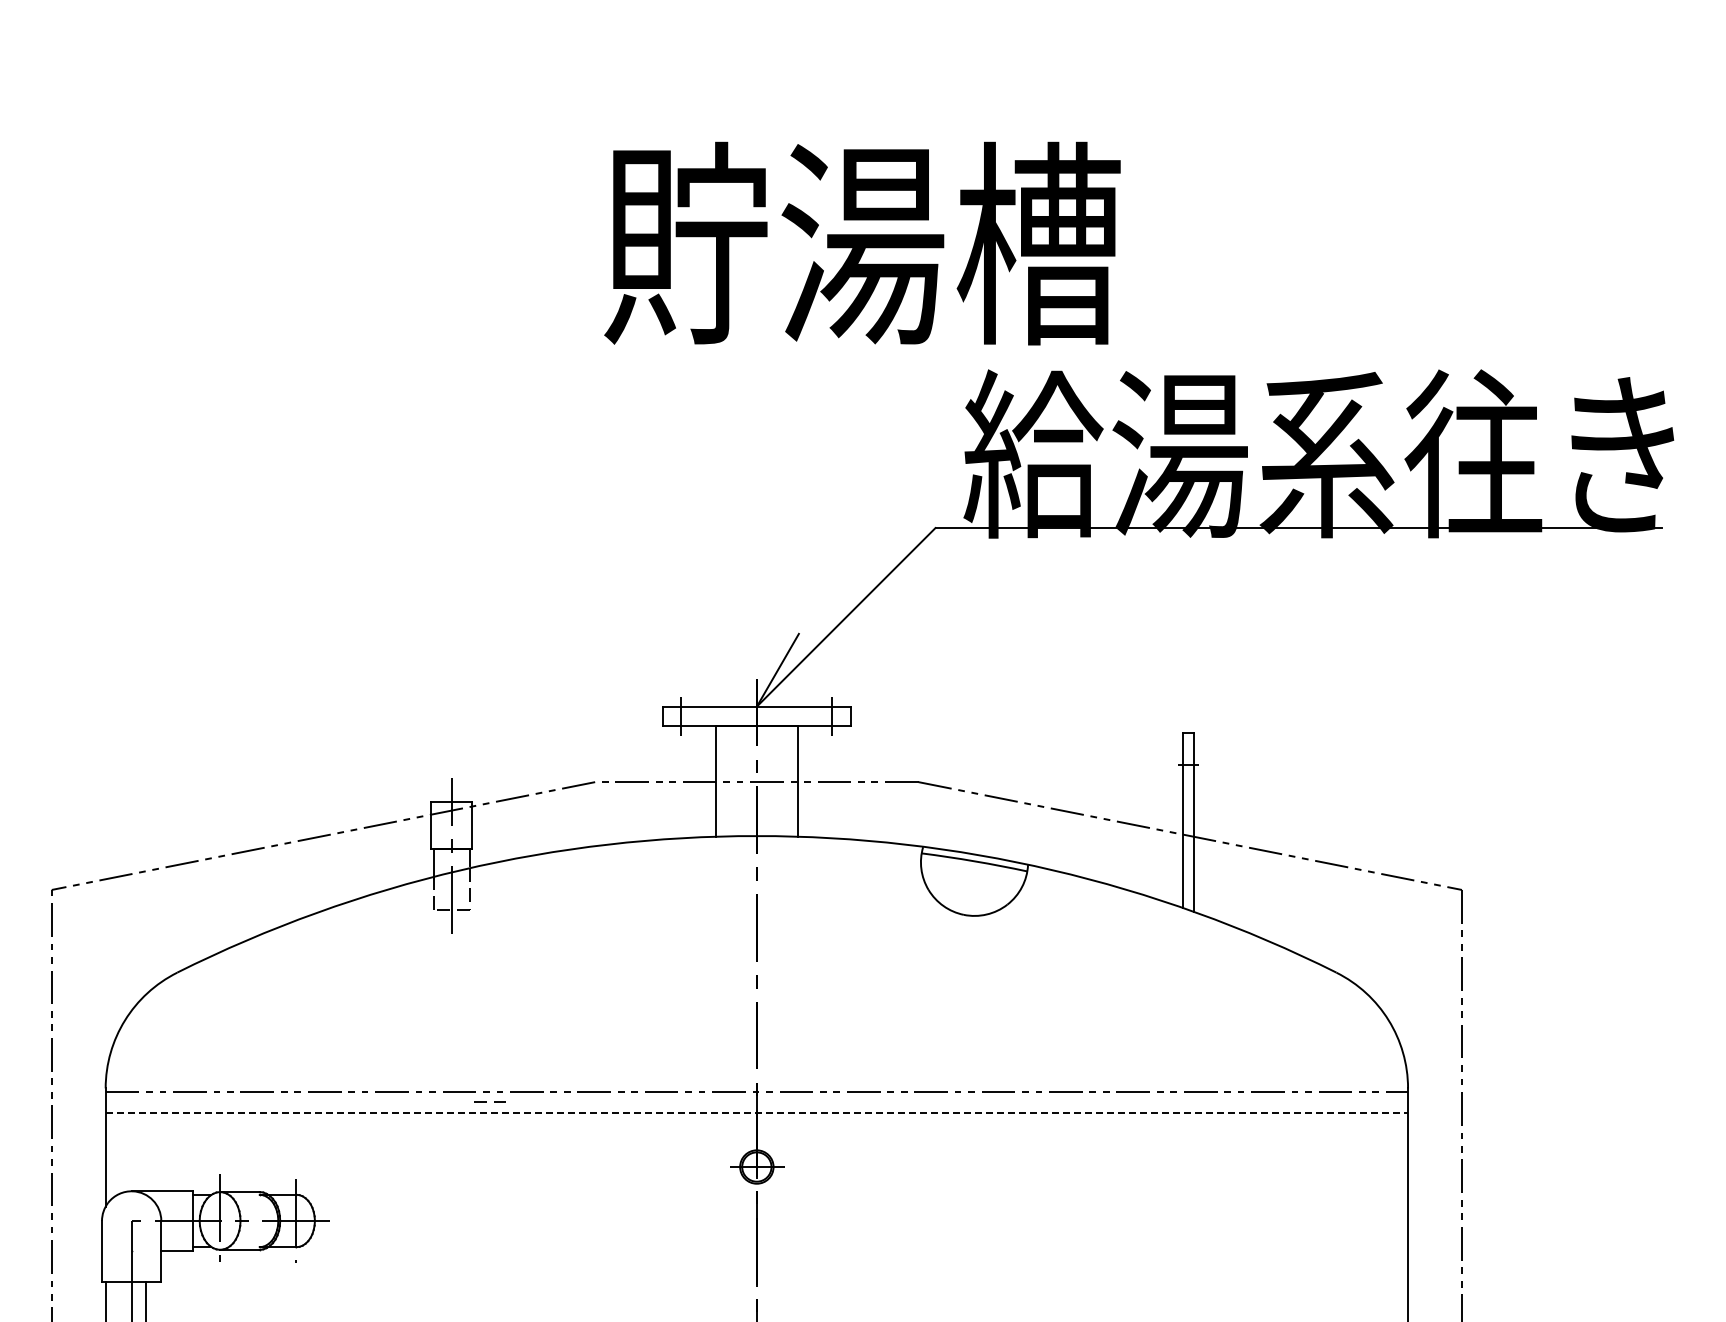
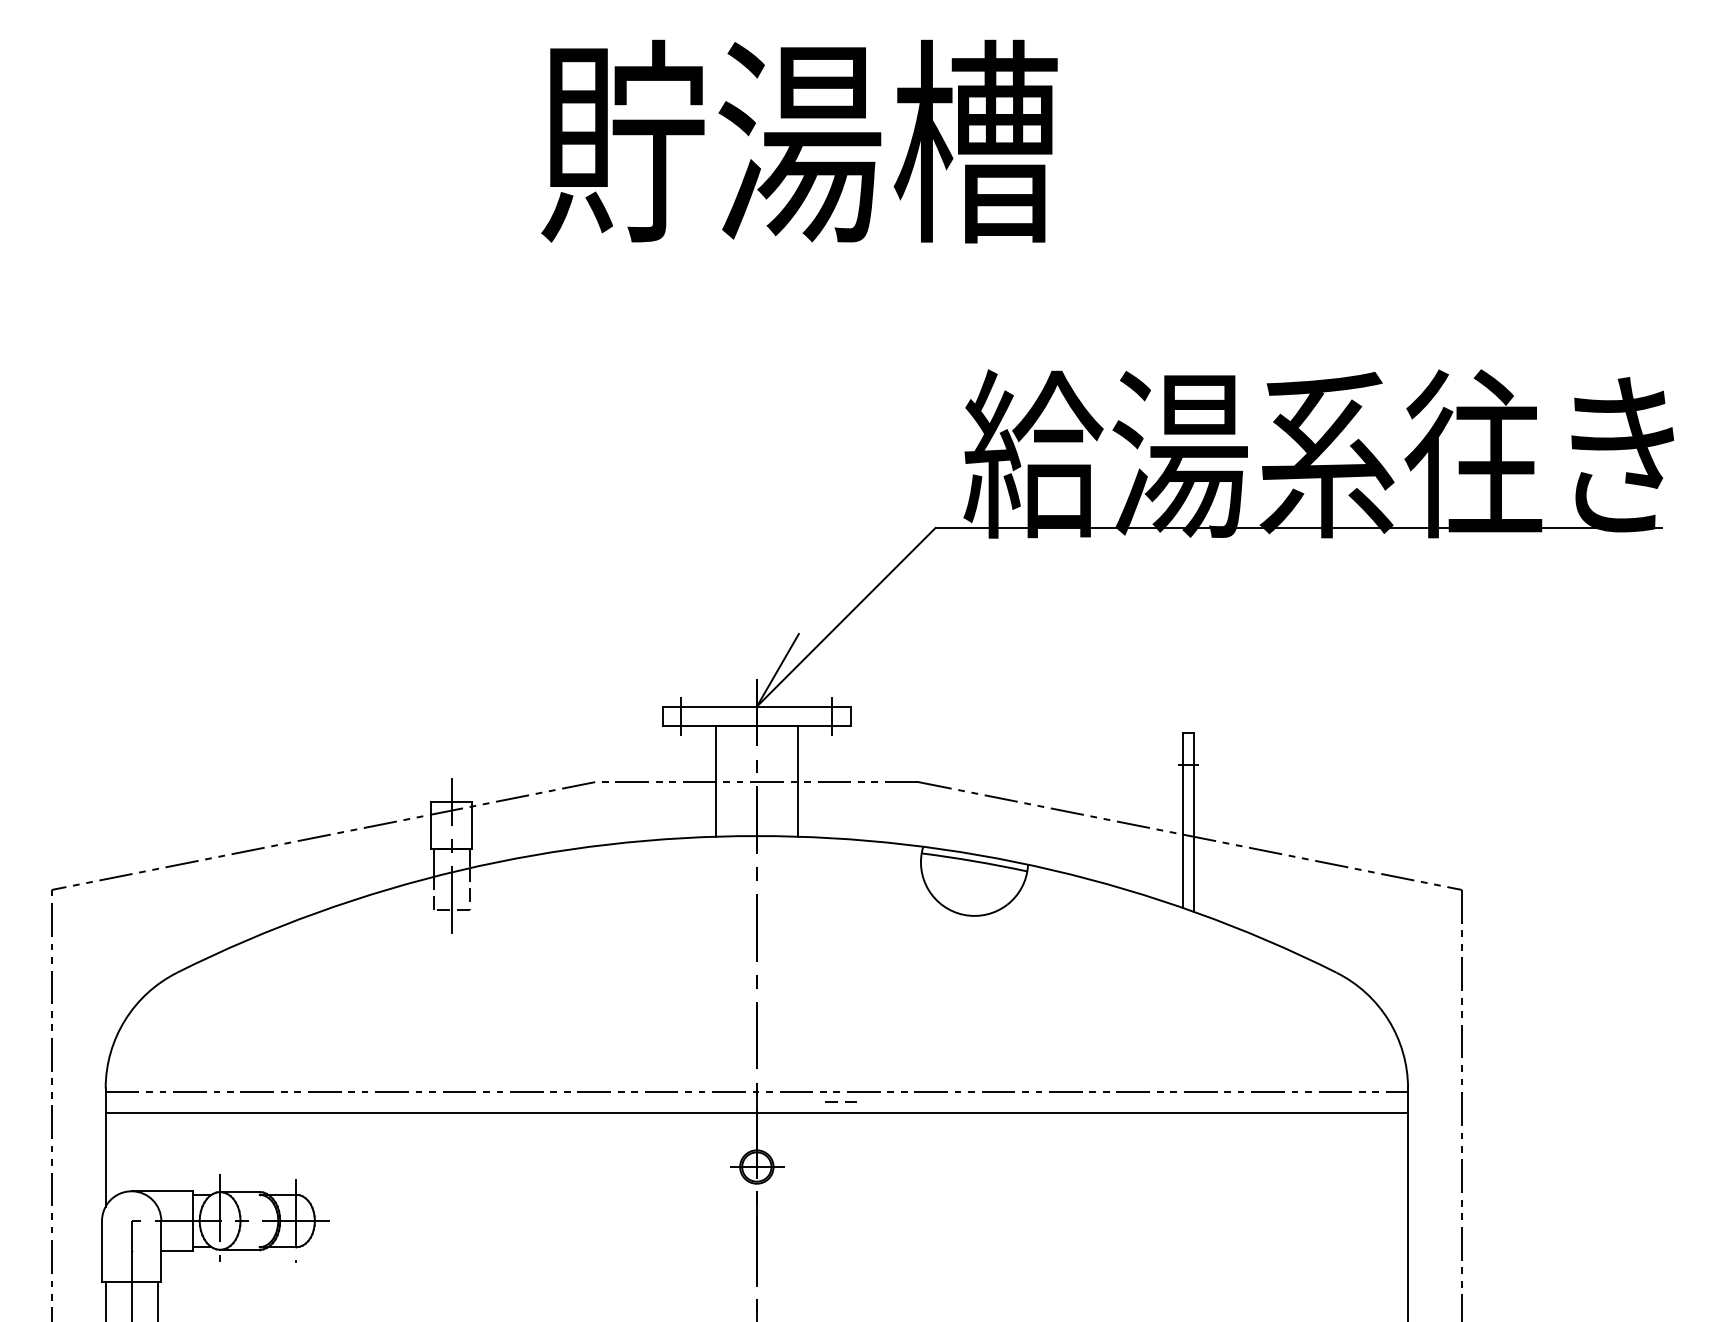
text at (862, 243) position: (862, 243) -> (799, 141)
line at (486, 1101) position: (486, 1101) -> (837, 1101)
line at (757, 1113): dashed -> solid
line at (145, 1300) position: (145, 1300) -> (157, 1300)
